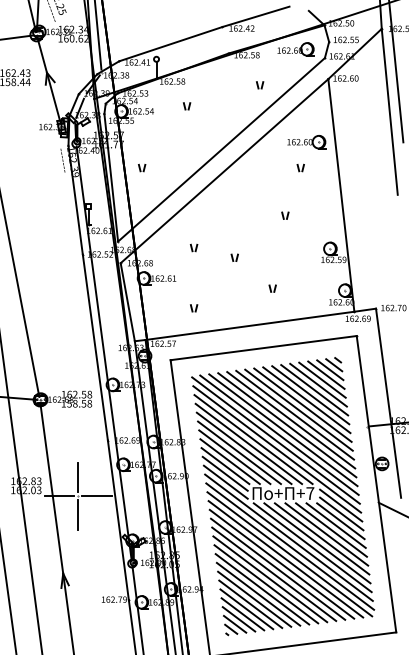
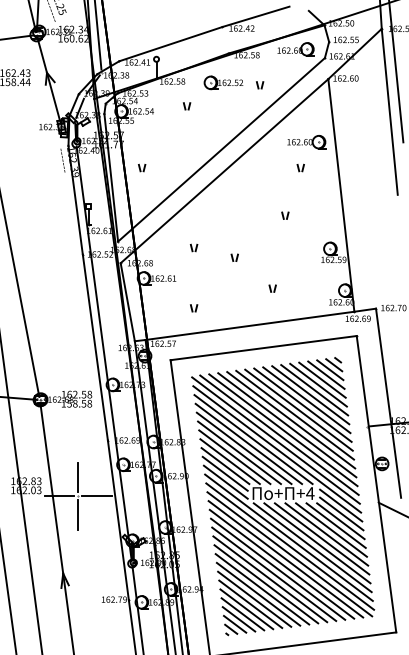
part at (223, 82): none -> present
text at (310, 493): +7 -> +4
